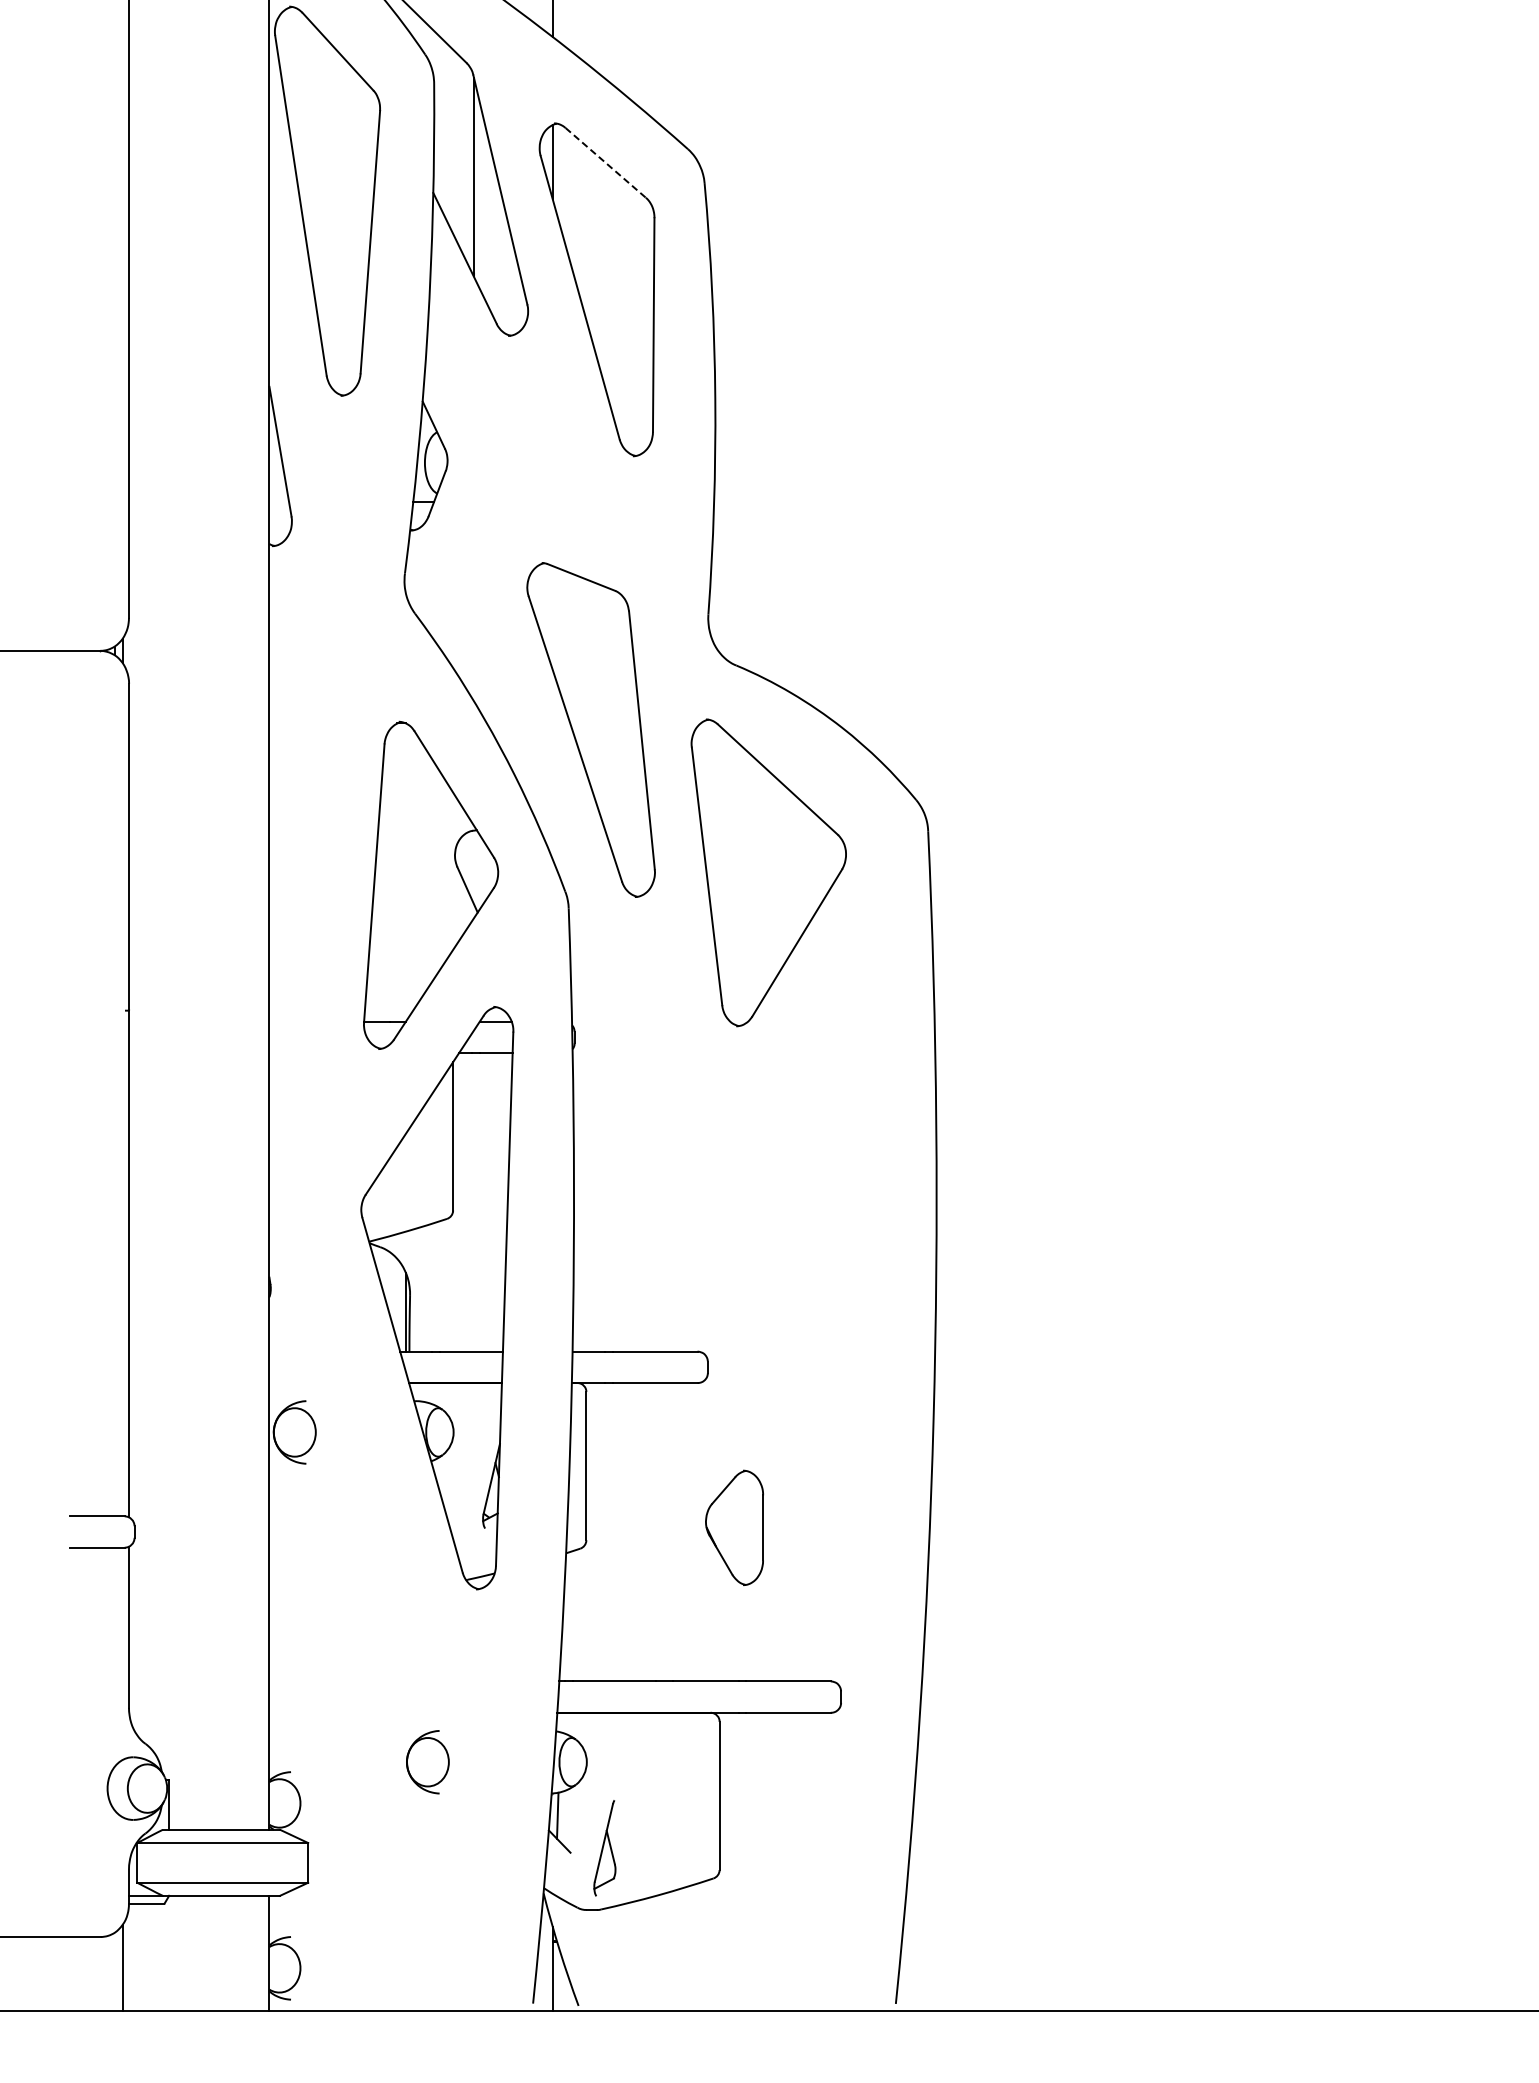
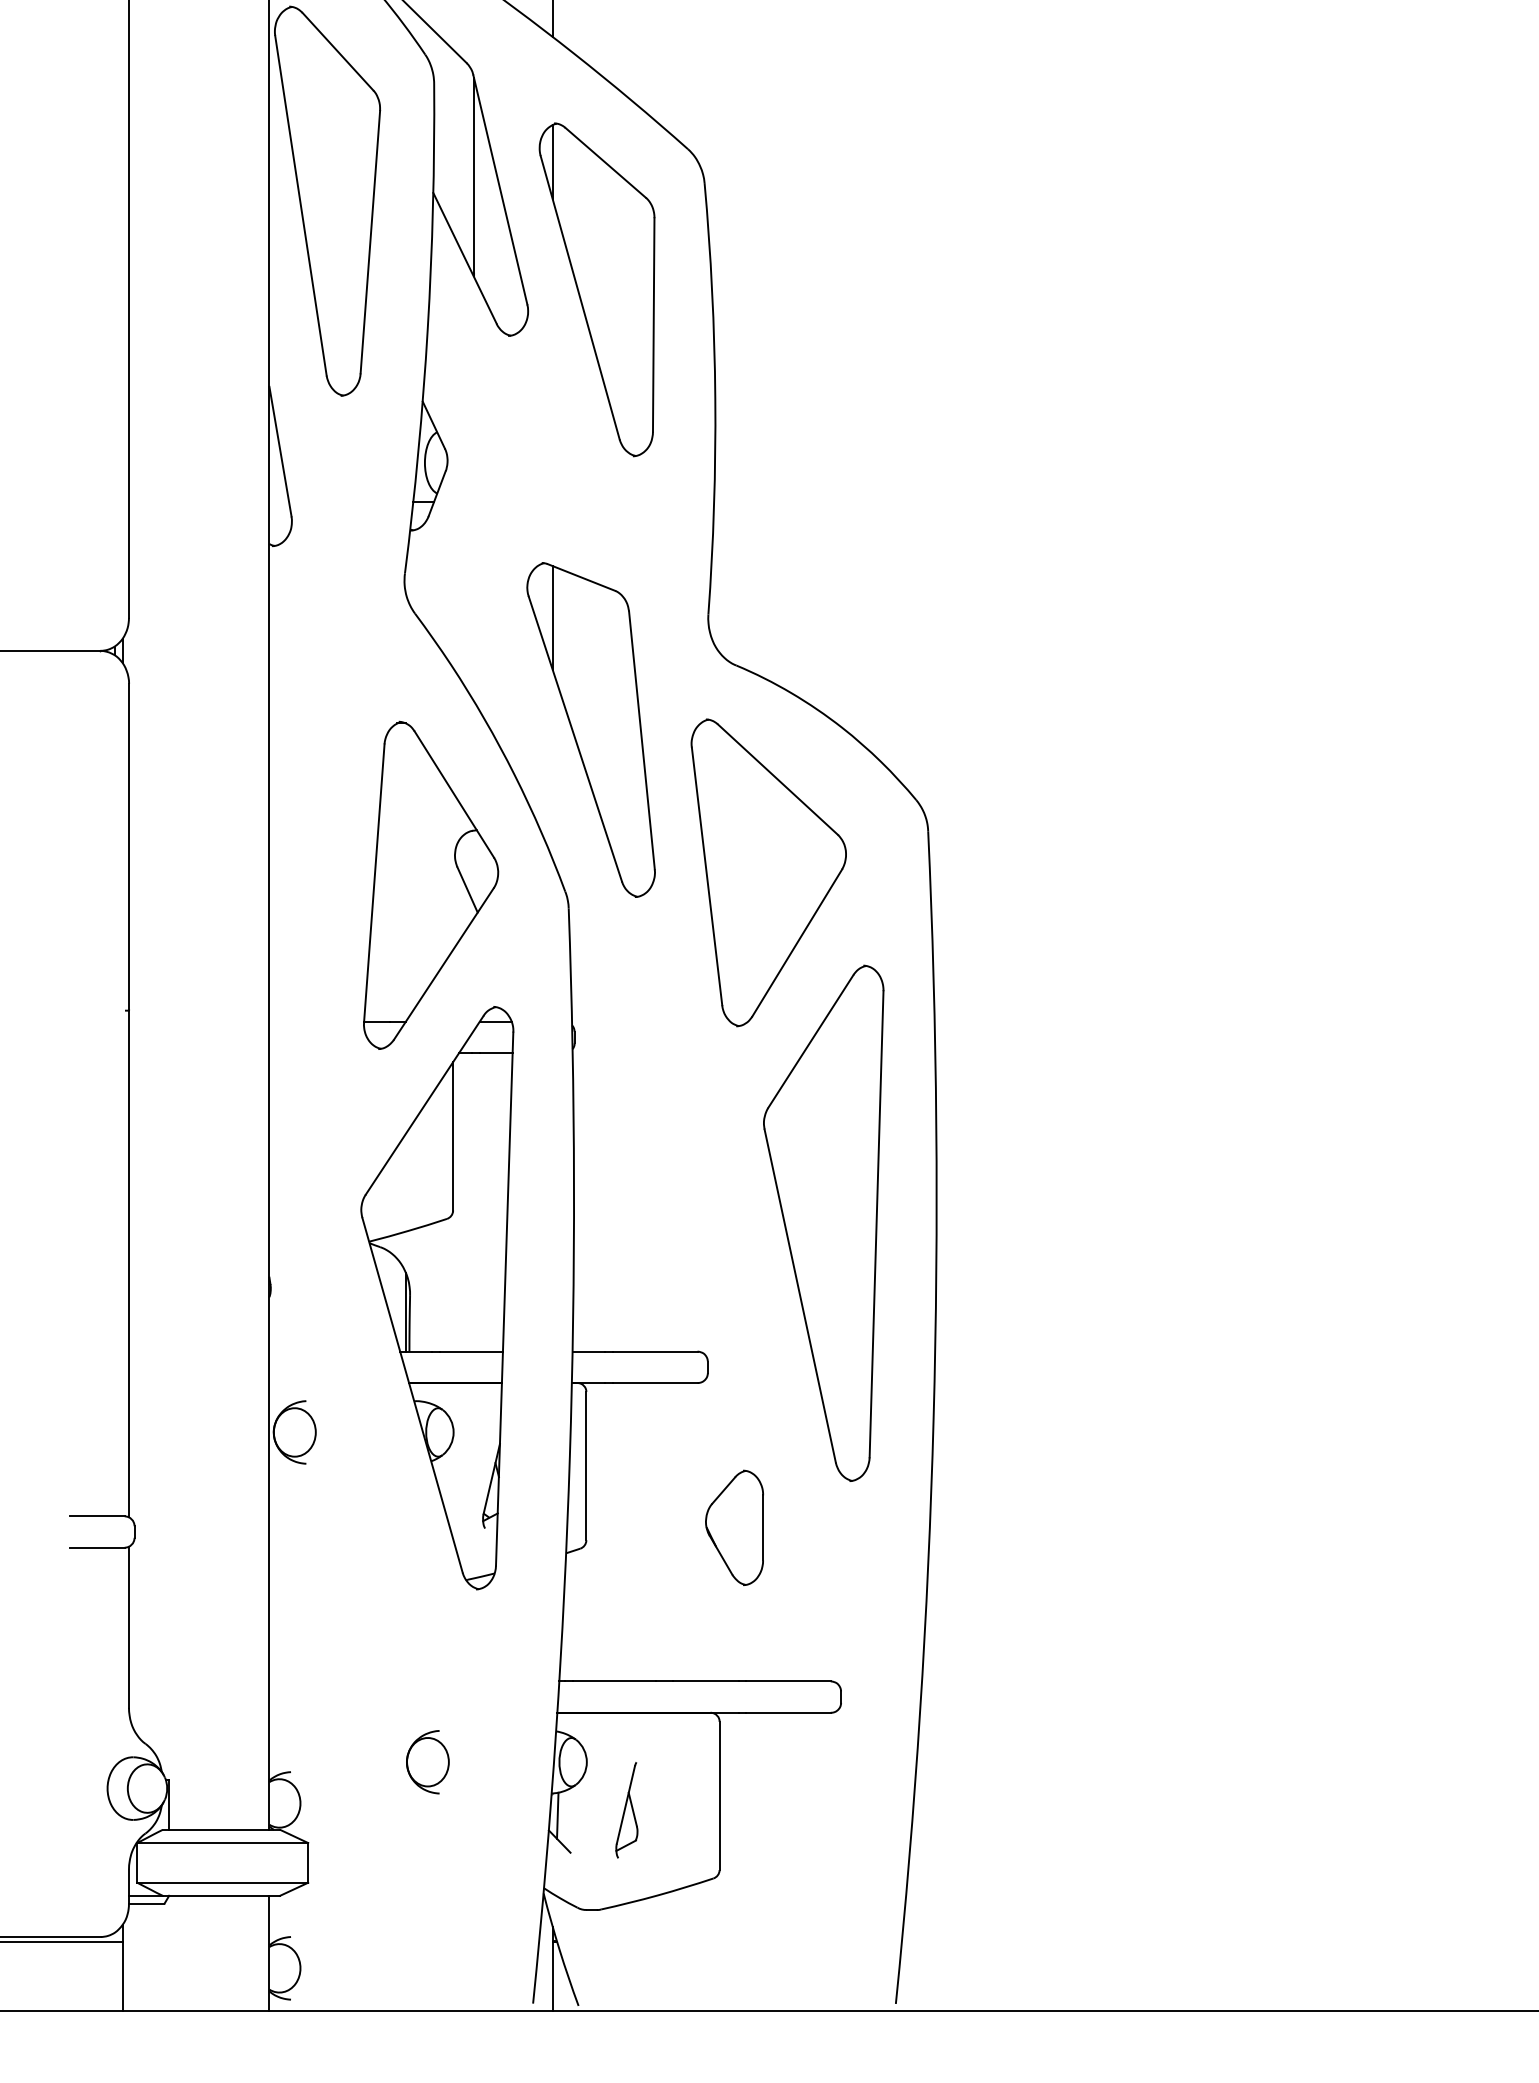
line at (606, 163): dashed -> solid
line at (552, 618): none -> present
part at (823, 1222): none -> present
part at (604, 1848) position: (604, 1848) -> (626, 1810)
line at (62, 1941): none -> present
